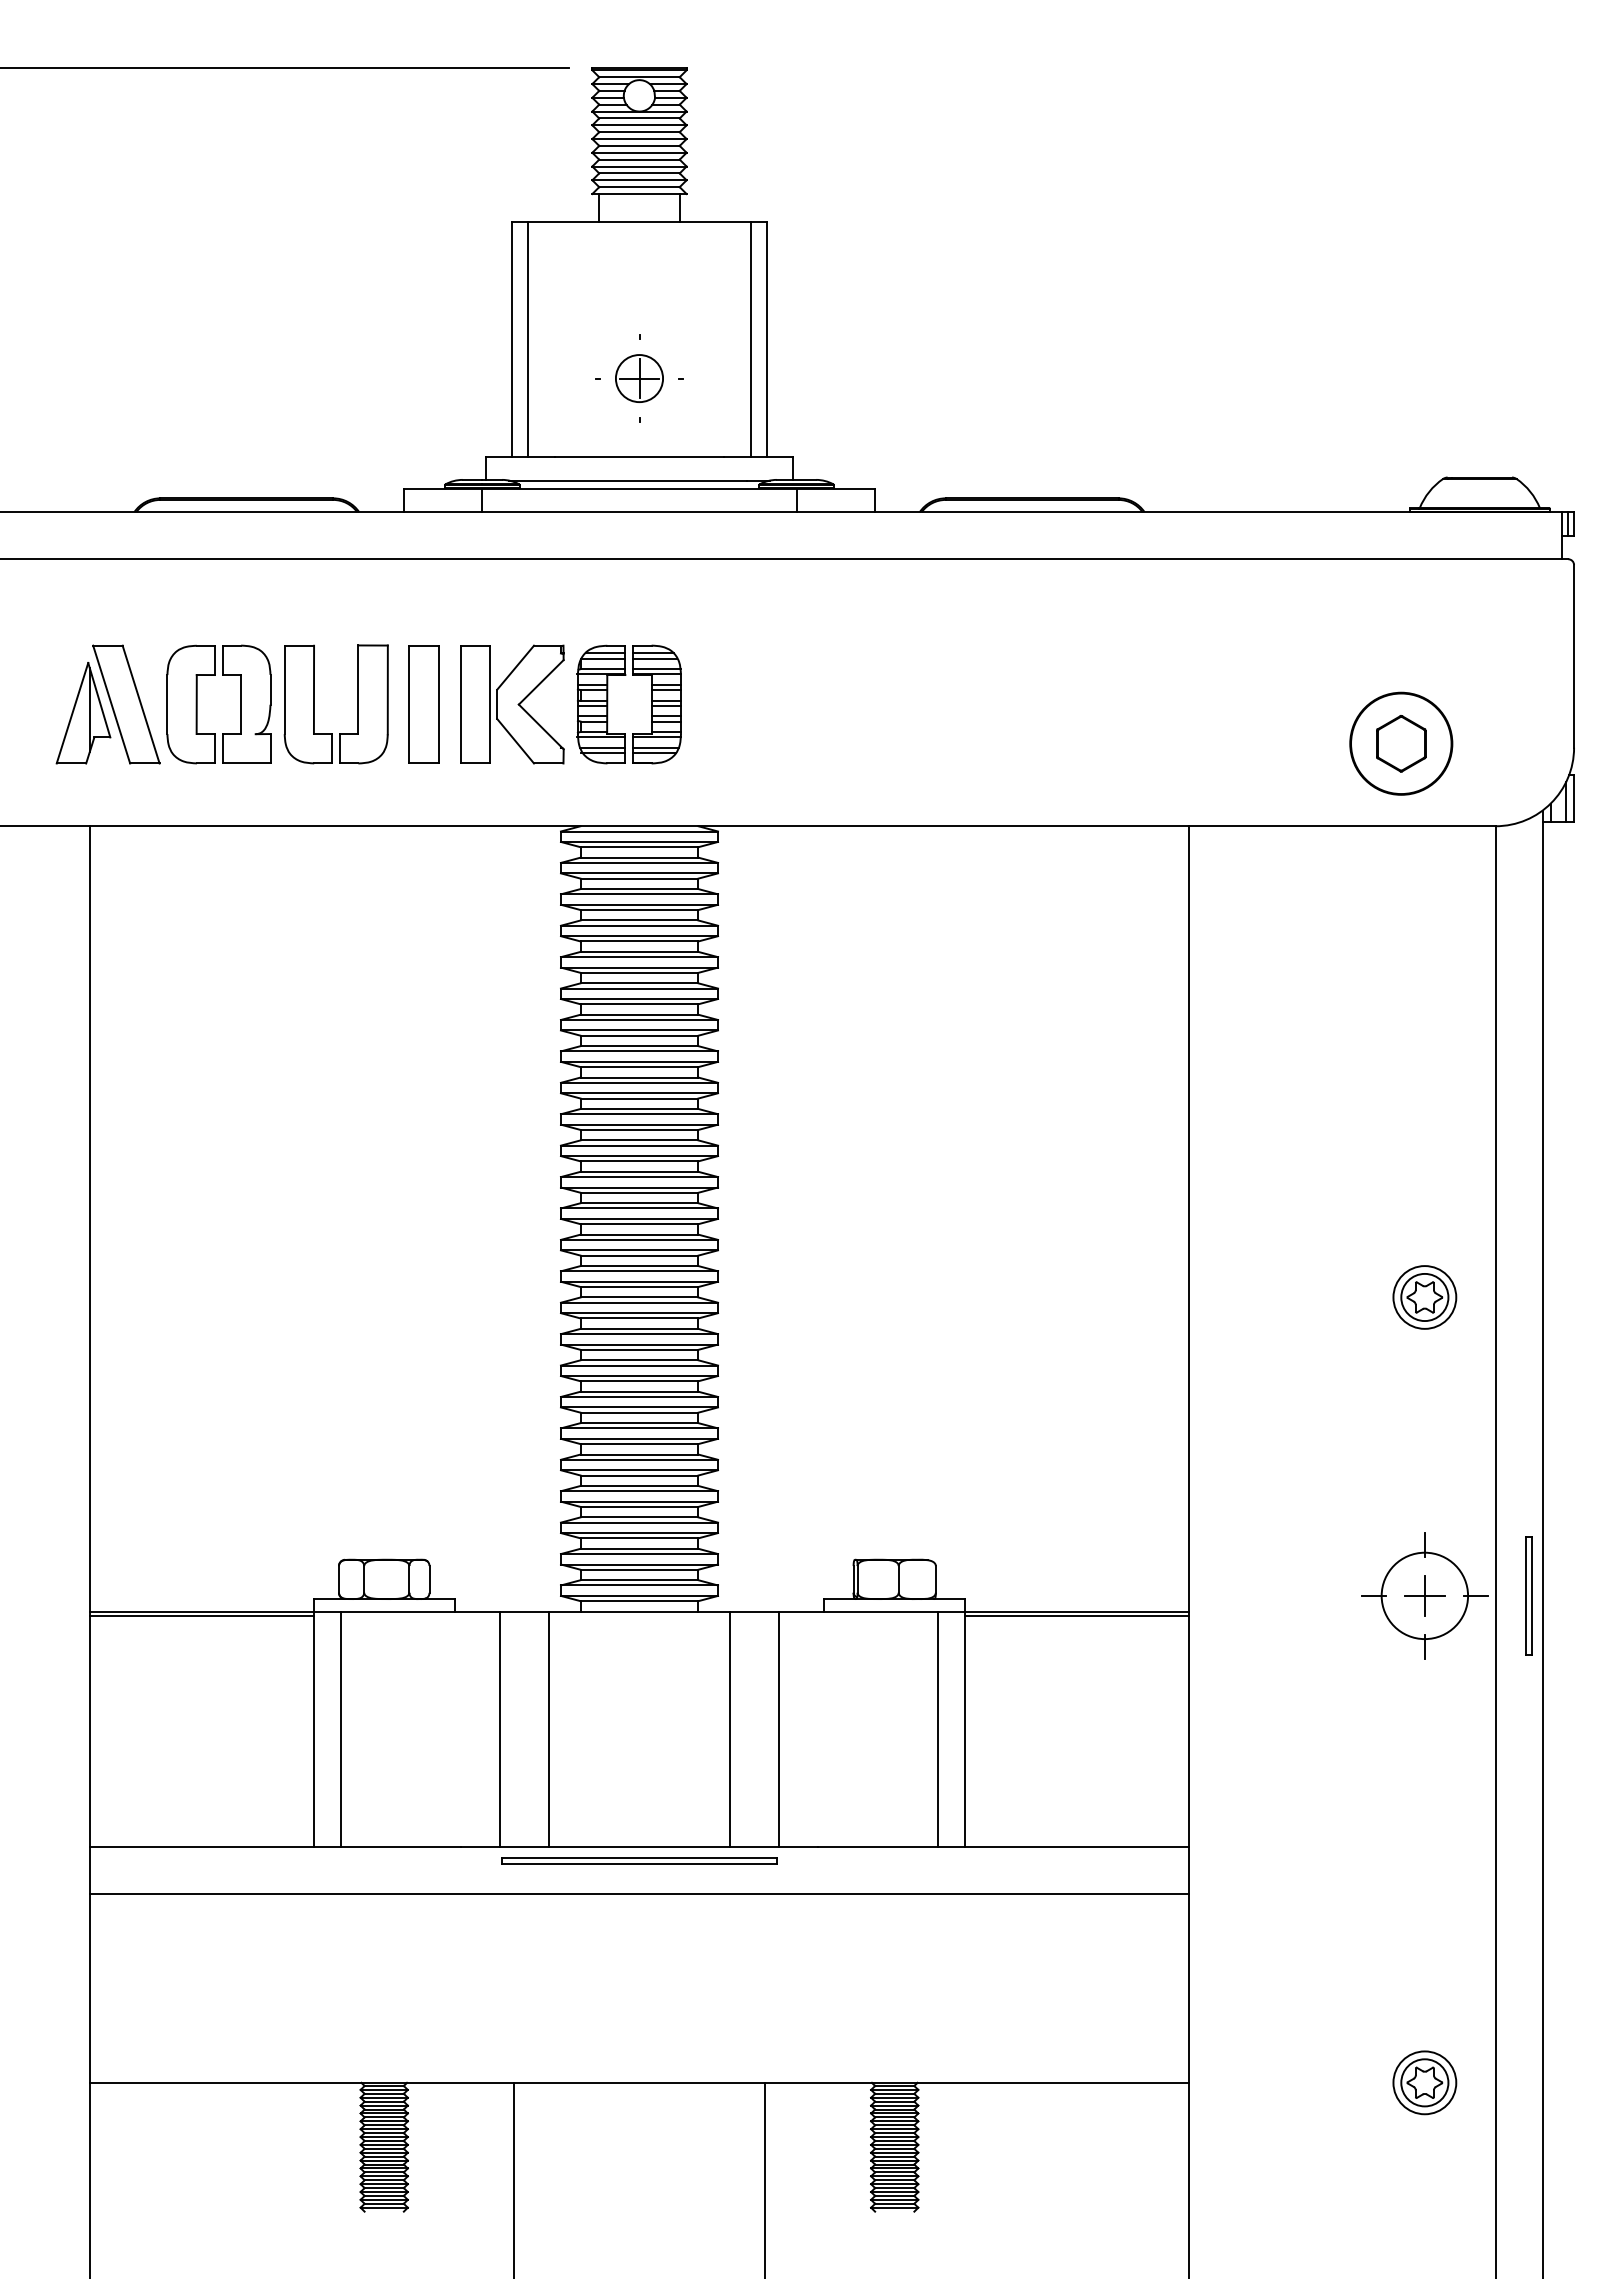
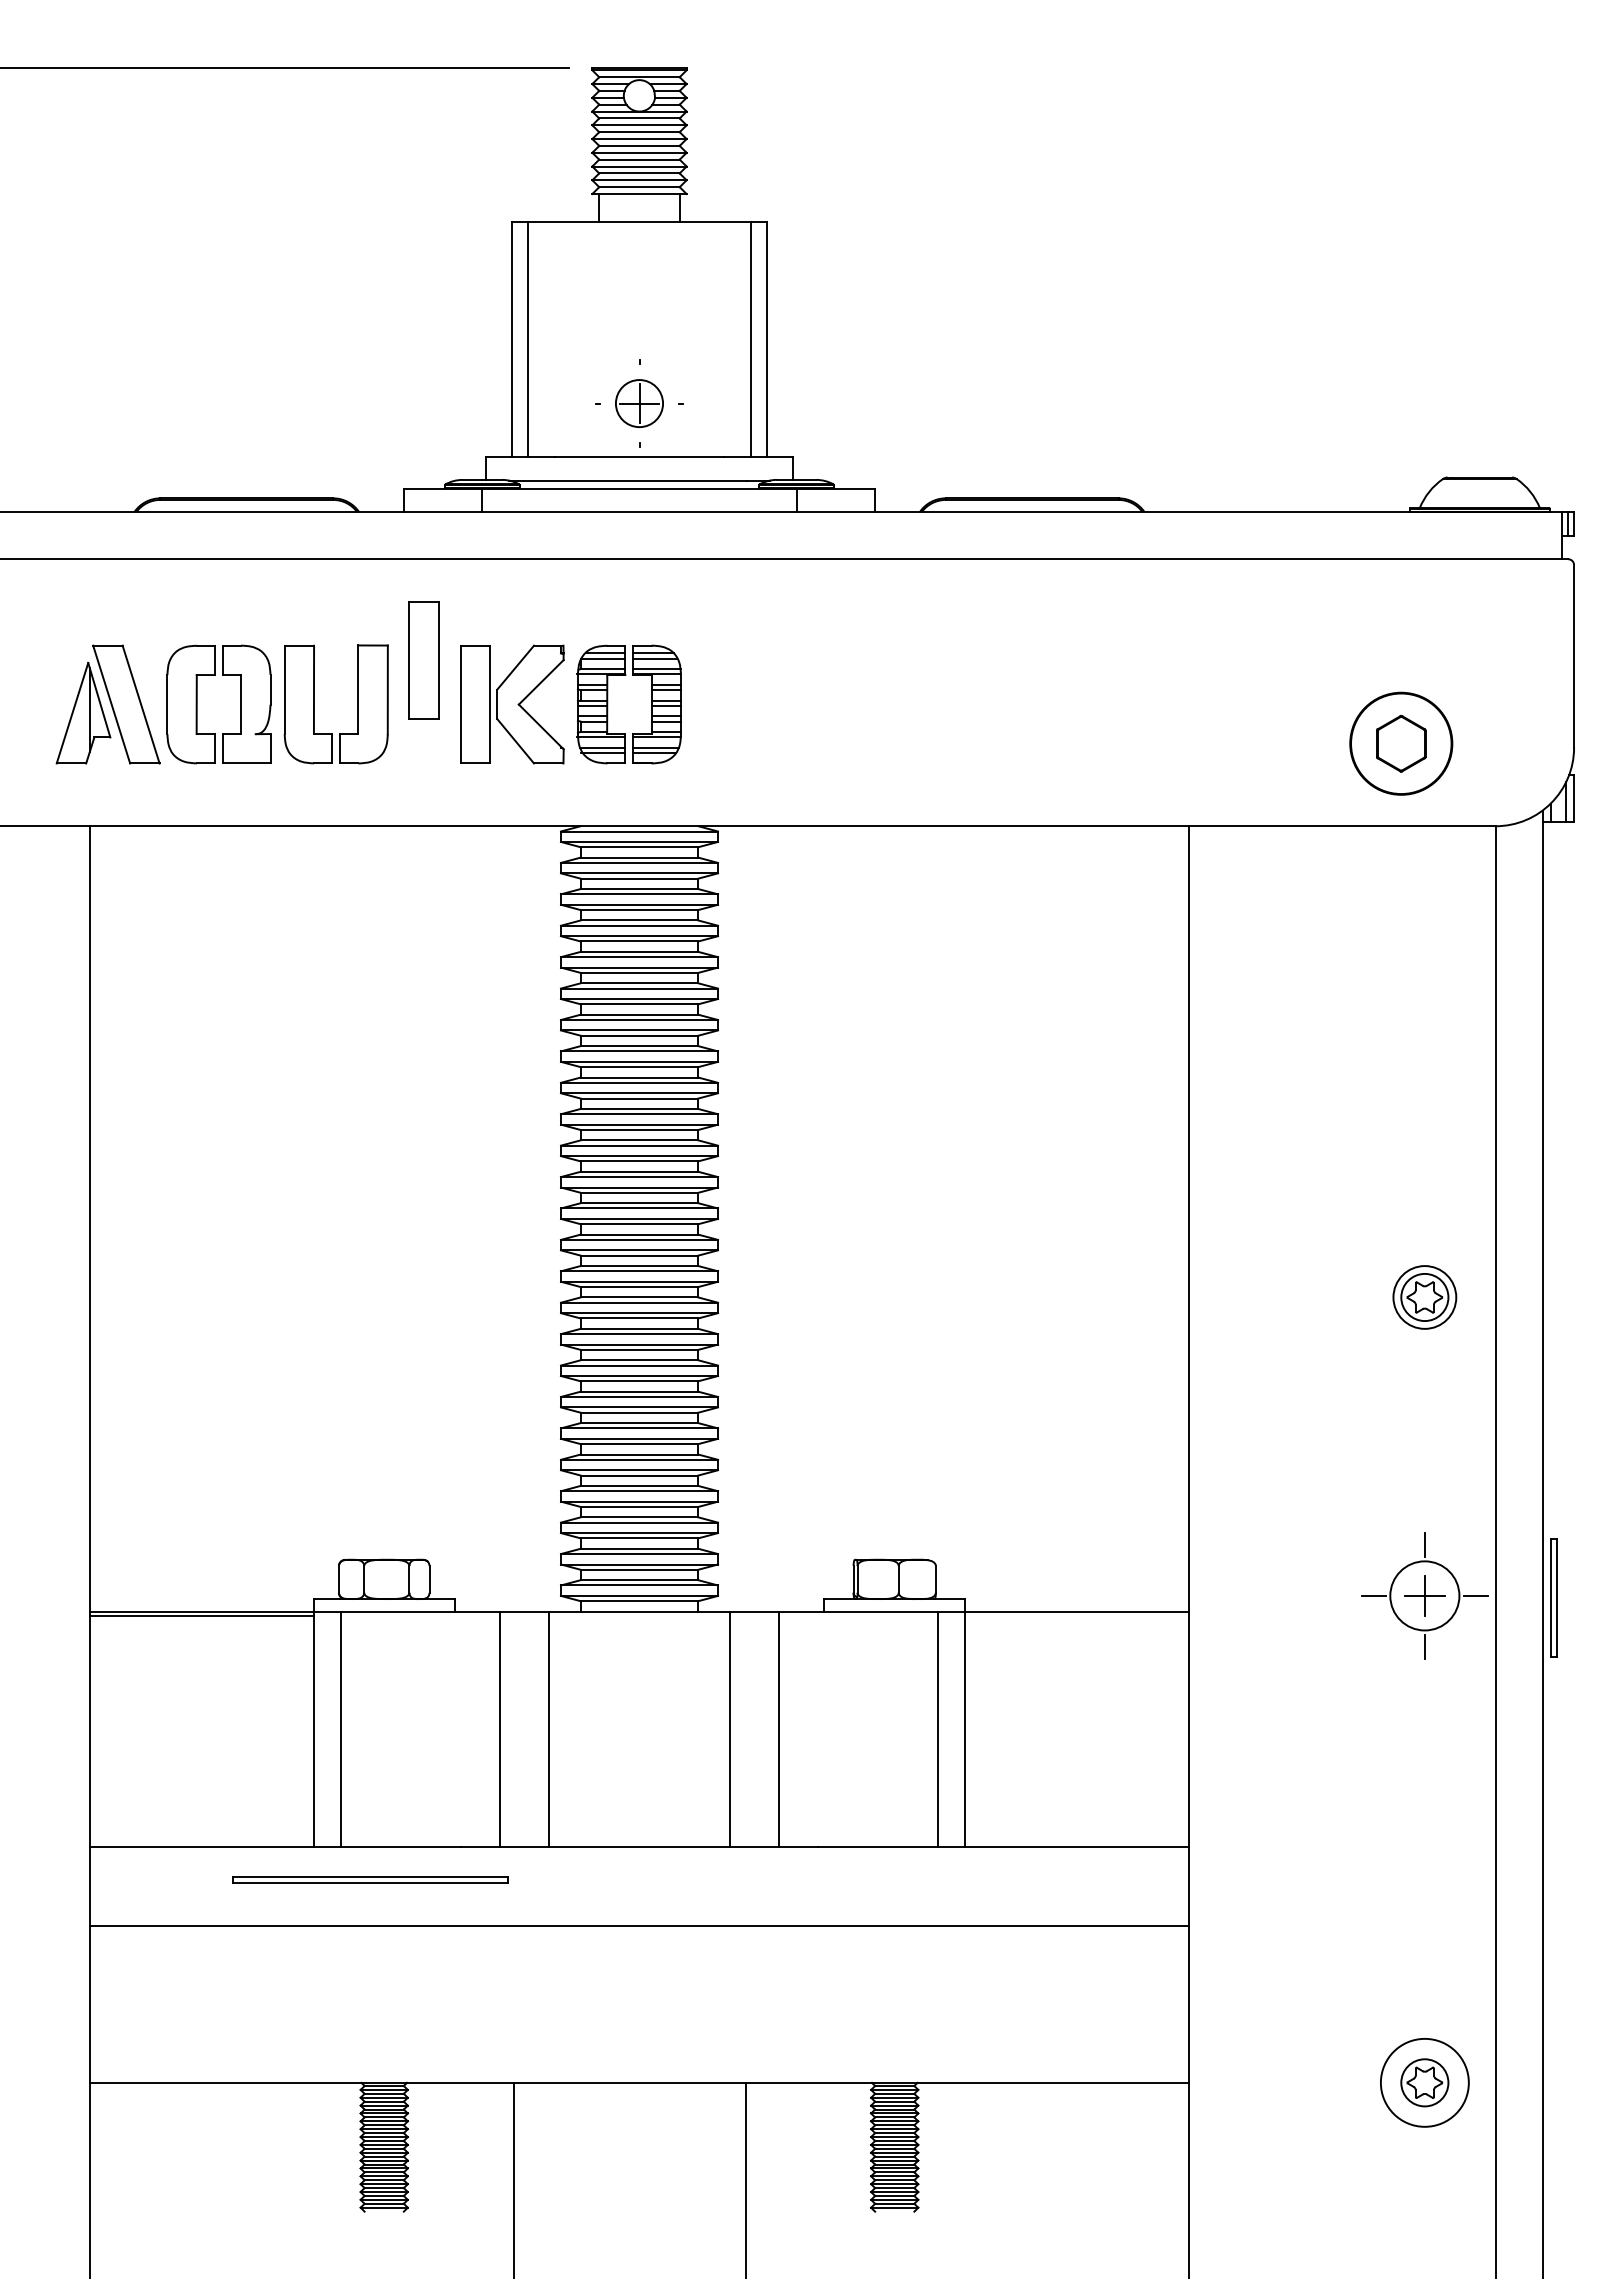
part at (639, 378) position: (639, 378) -> (639, 403)
part at (423, 704) position: (423, 704) -> (423, 660)
circle at (1424, 1595) diameter: 86 px -> 69 px
part at (1528, 1595) position: (1528, 1595) -> (1553, 1597)
line at (1077, 1615): present -> none
part at (639, 1860) position: (639, 1860) -> (370, 1879)
line at (639, 1894) position: (639, 1894) -> (639, 1926)
circle at (1424, 2082) diameter: 63 px -> 88 px
line at (765, 2178) position: (765, 2178) -> (746, 2178)
